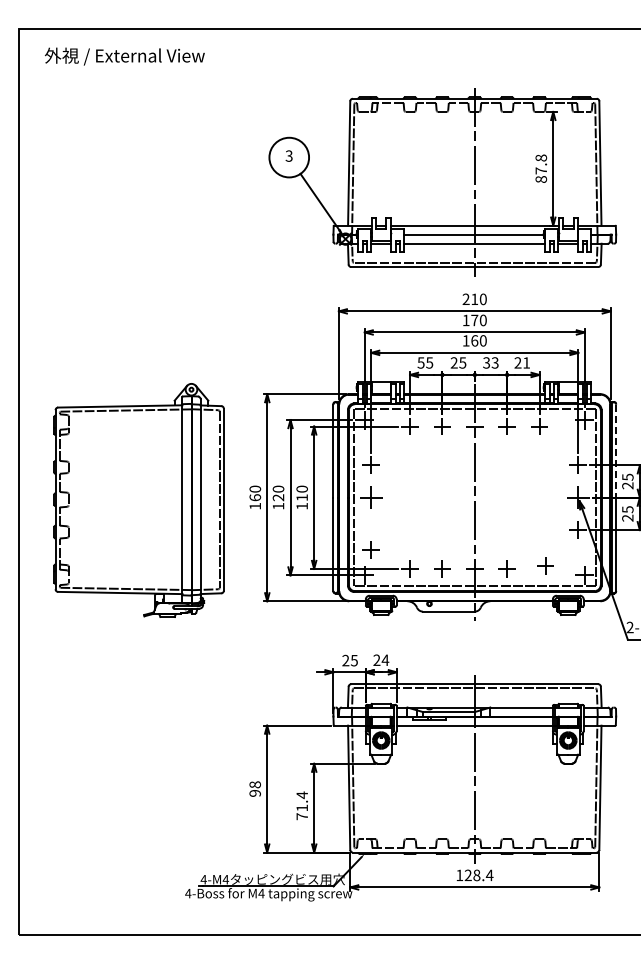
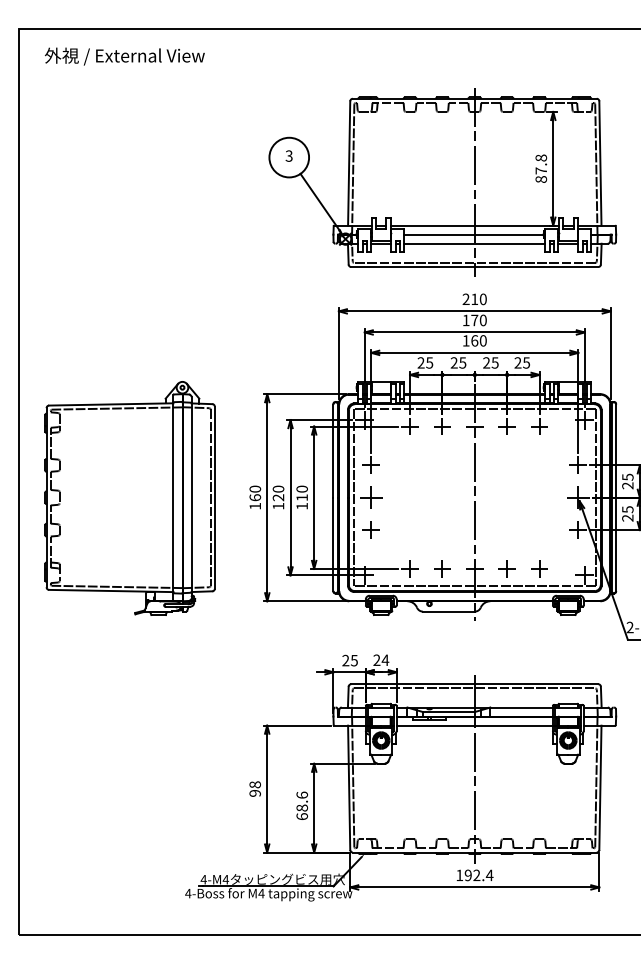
text at (420, 362): 55 -> 25
text at (490, 362): 33 -> 25
text at (526, 362): 21 -> 25
line at (616, 451): dashed -> solid
part at (138, 500) position: (138, 500) -> (129, 498)
part at (370, 549) position: (370, 549) -> (370, 529)
part at (545, 565) position: (545, 565) -> (539, 568)
text at (302, 805): 71.4 -> 68.6
text at (472, 875): 128.4 -> 192.4
